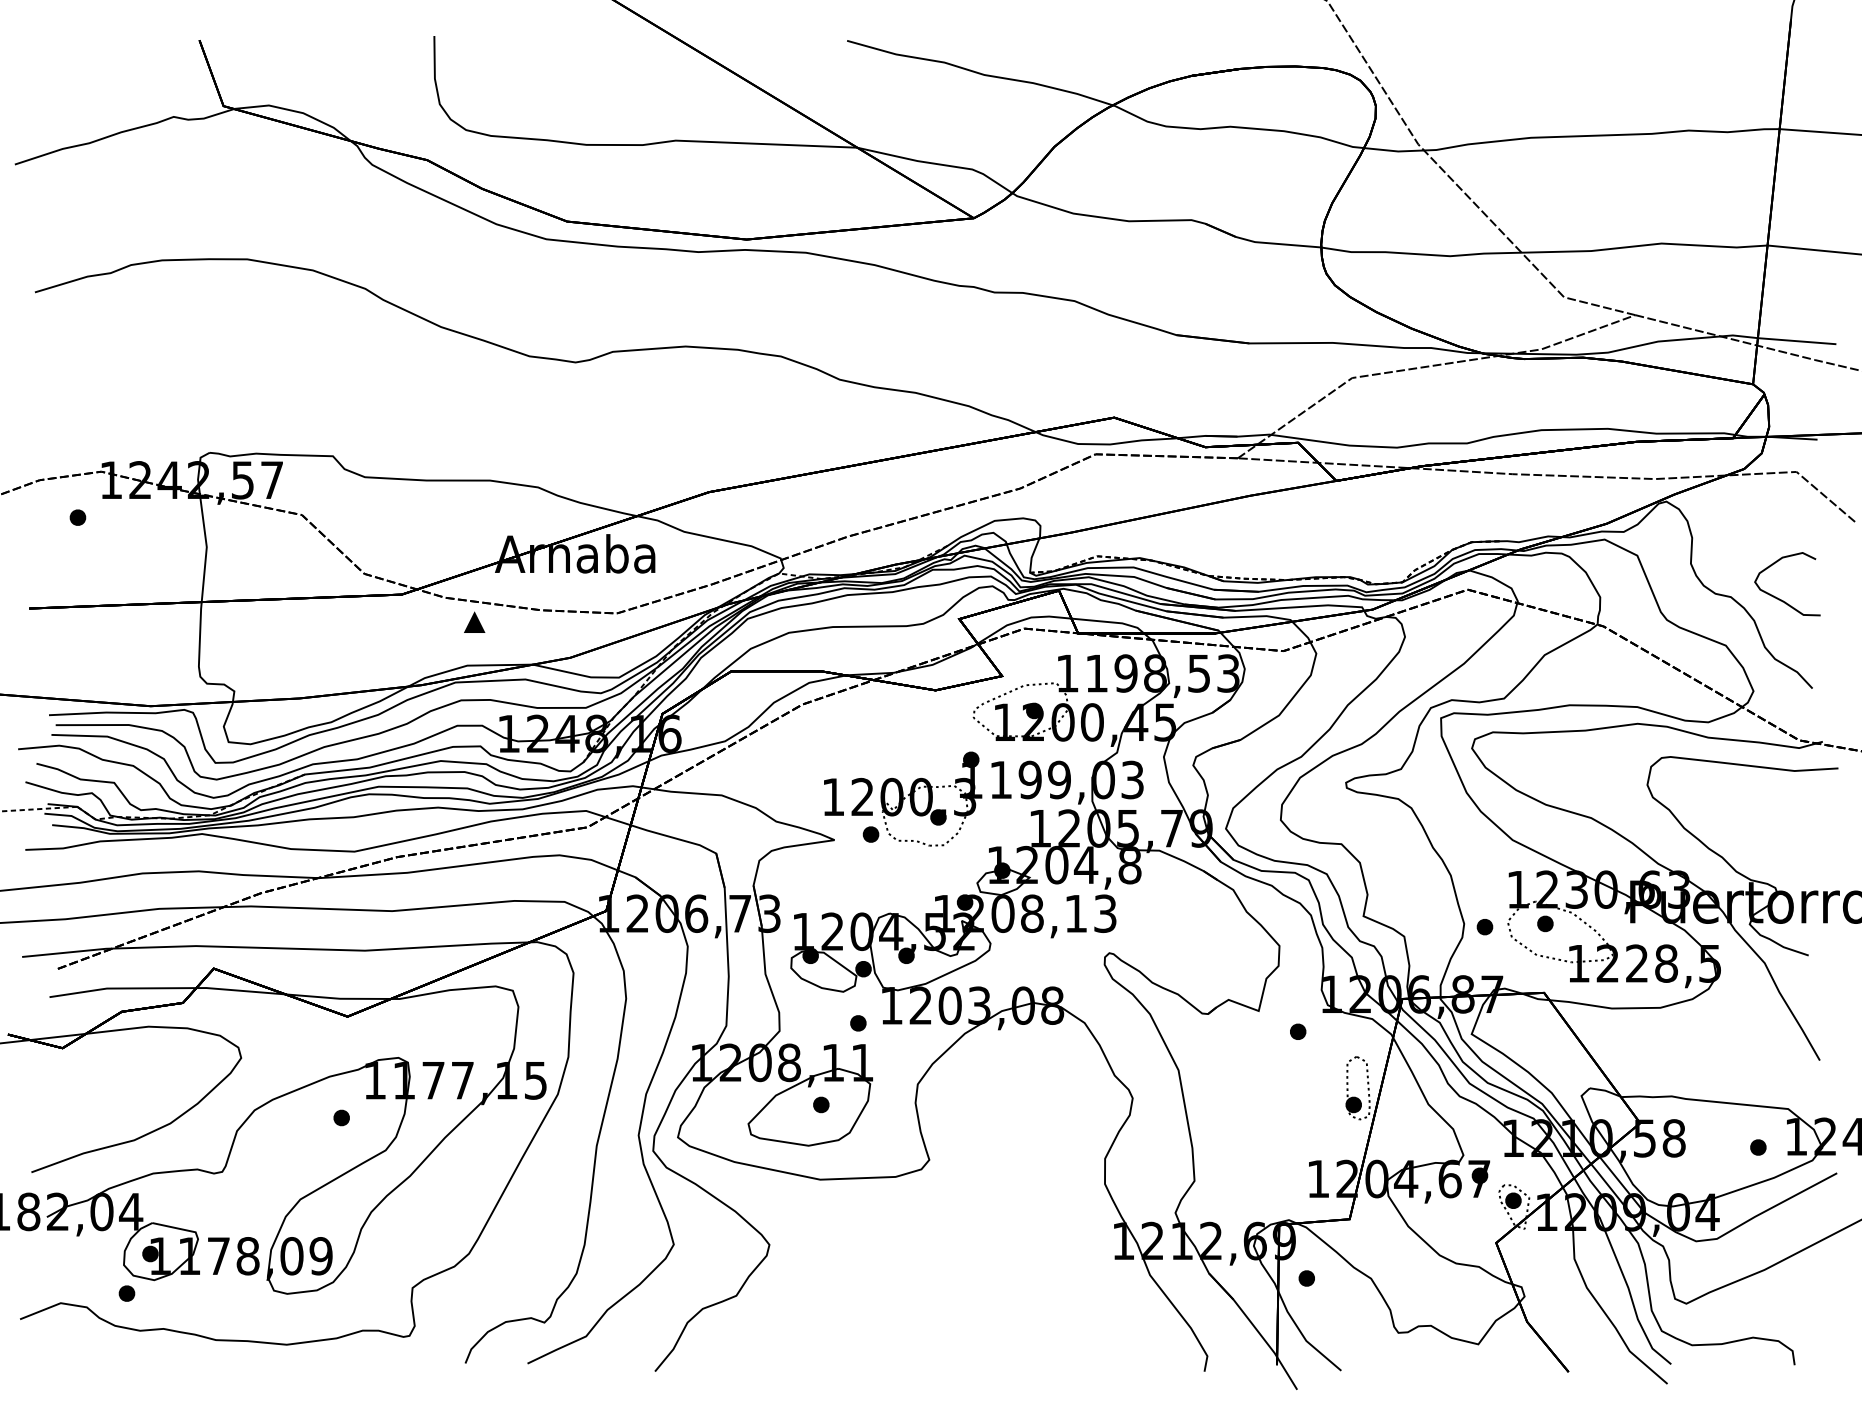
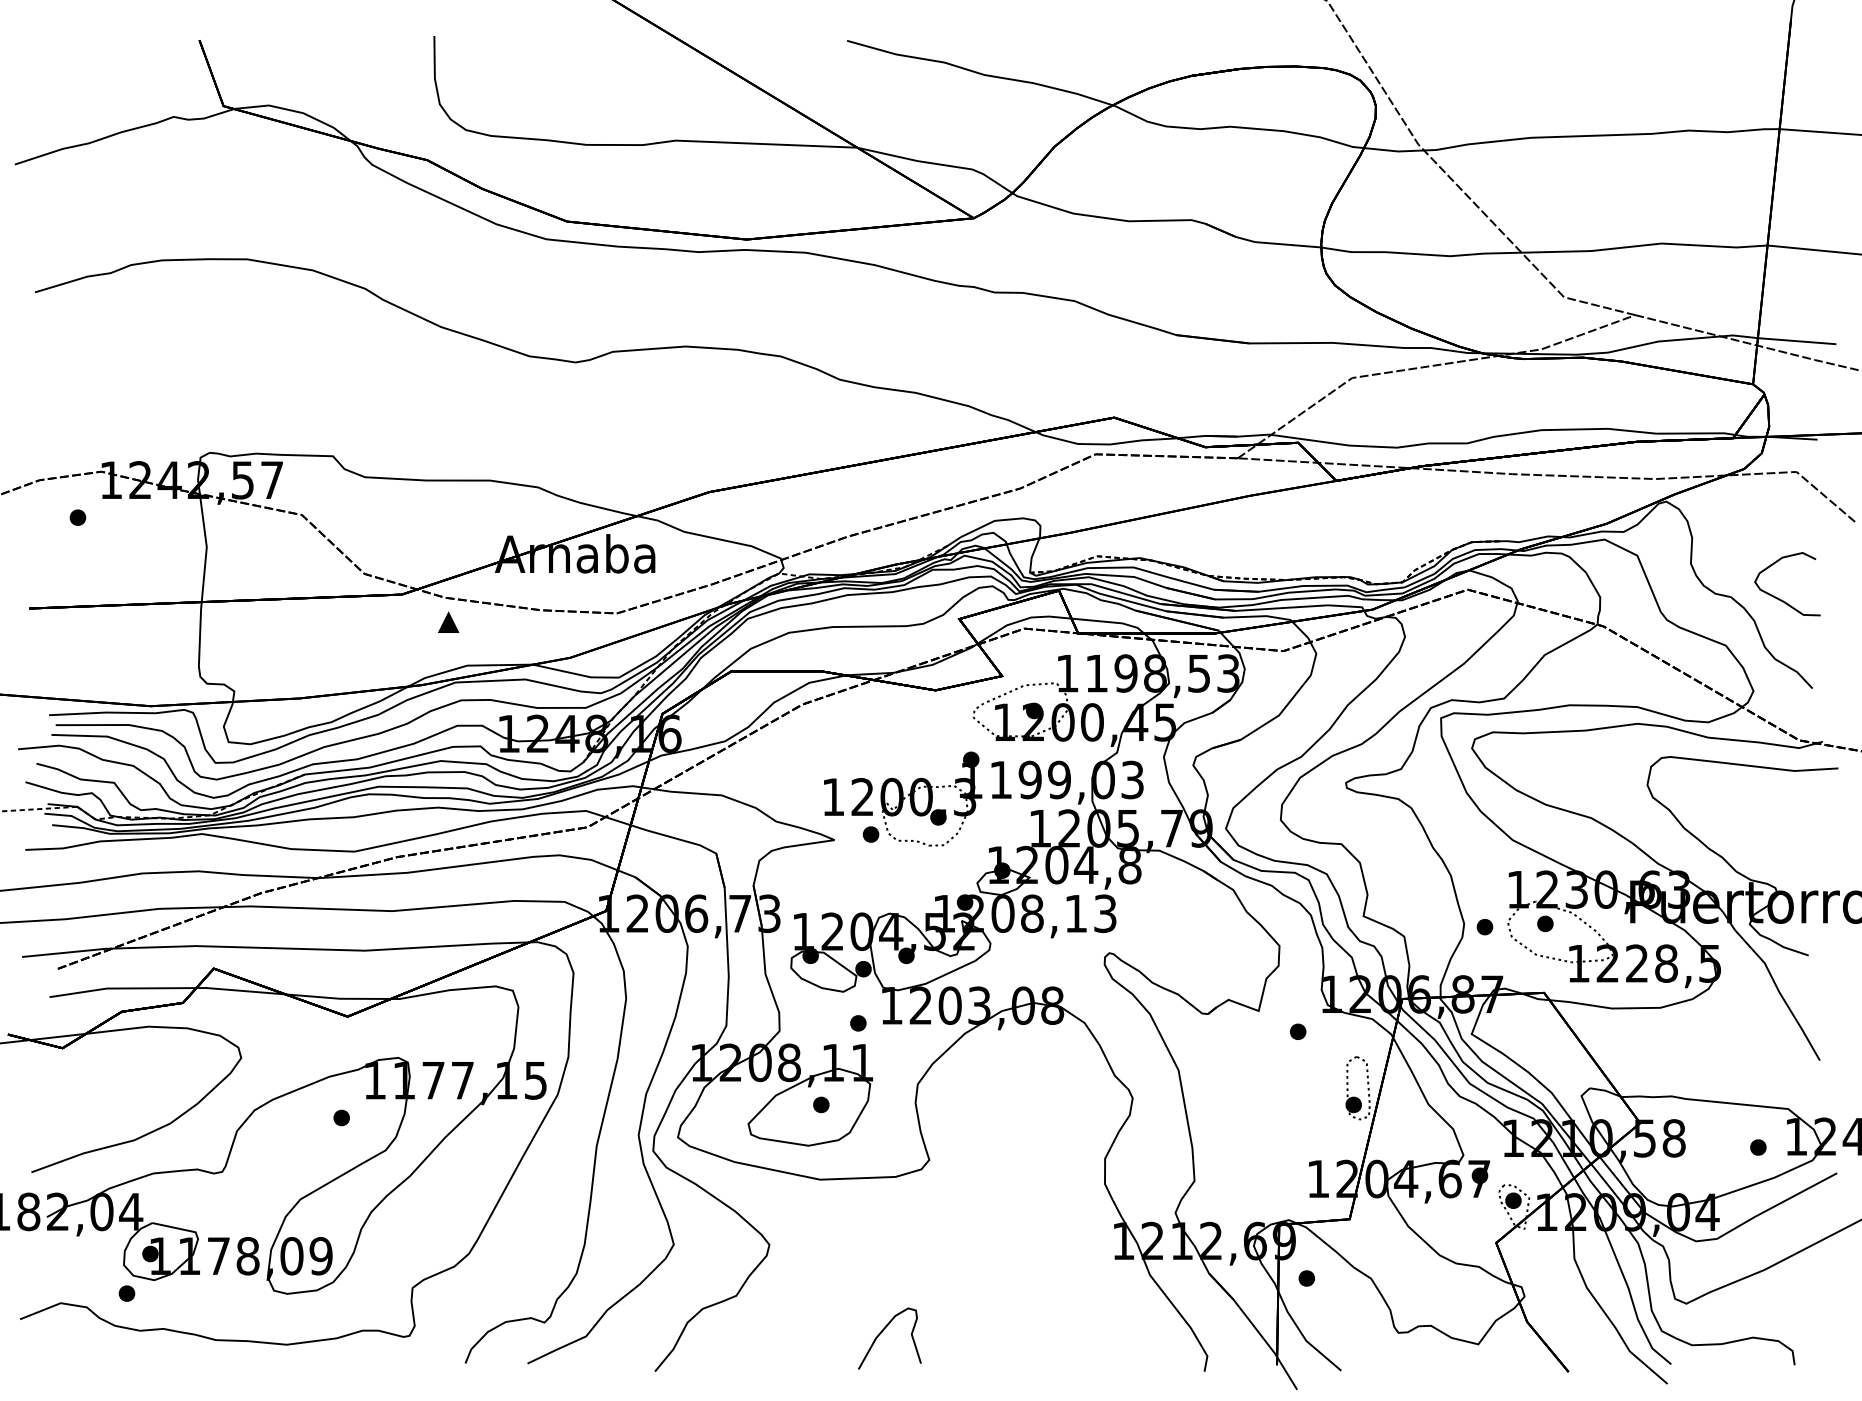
part at (474, 621) position: (474, 621) -> (448, 621)
curve at (883, 1331): none -> present
